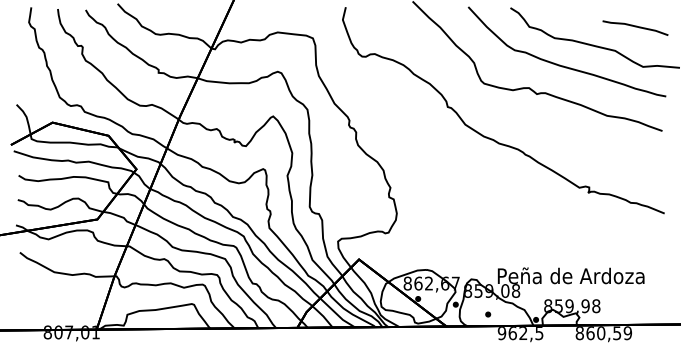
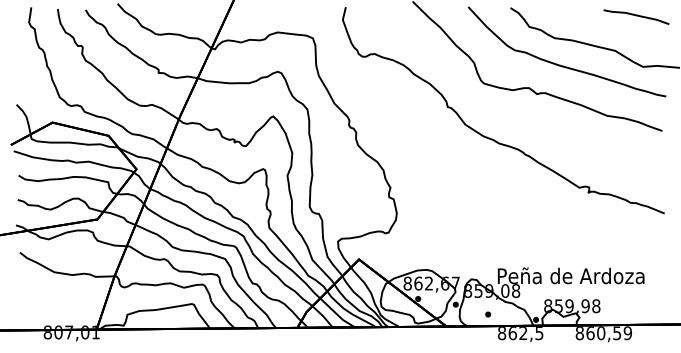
curve at (635, 27) position: (635, 27) -> (636, 16)
text at (501, 333): 962,5 -> 862,5
